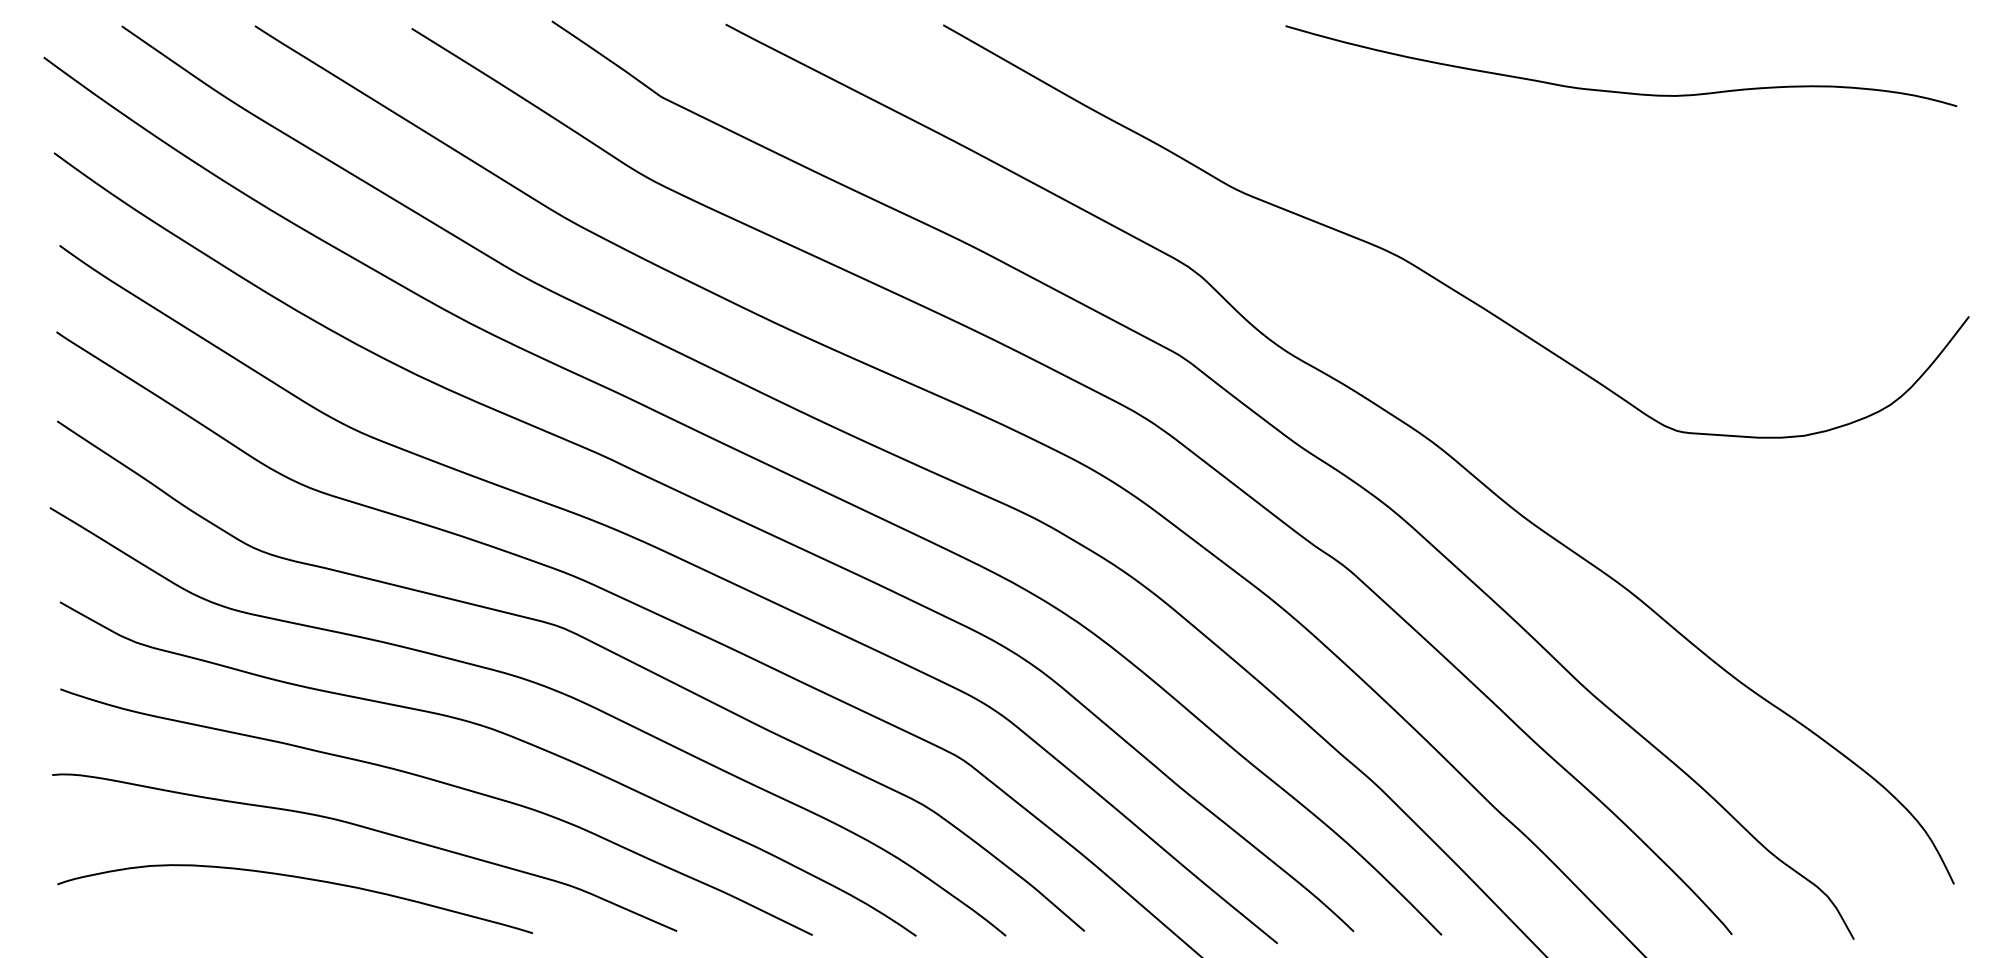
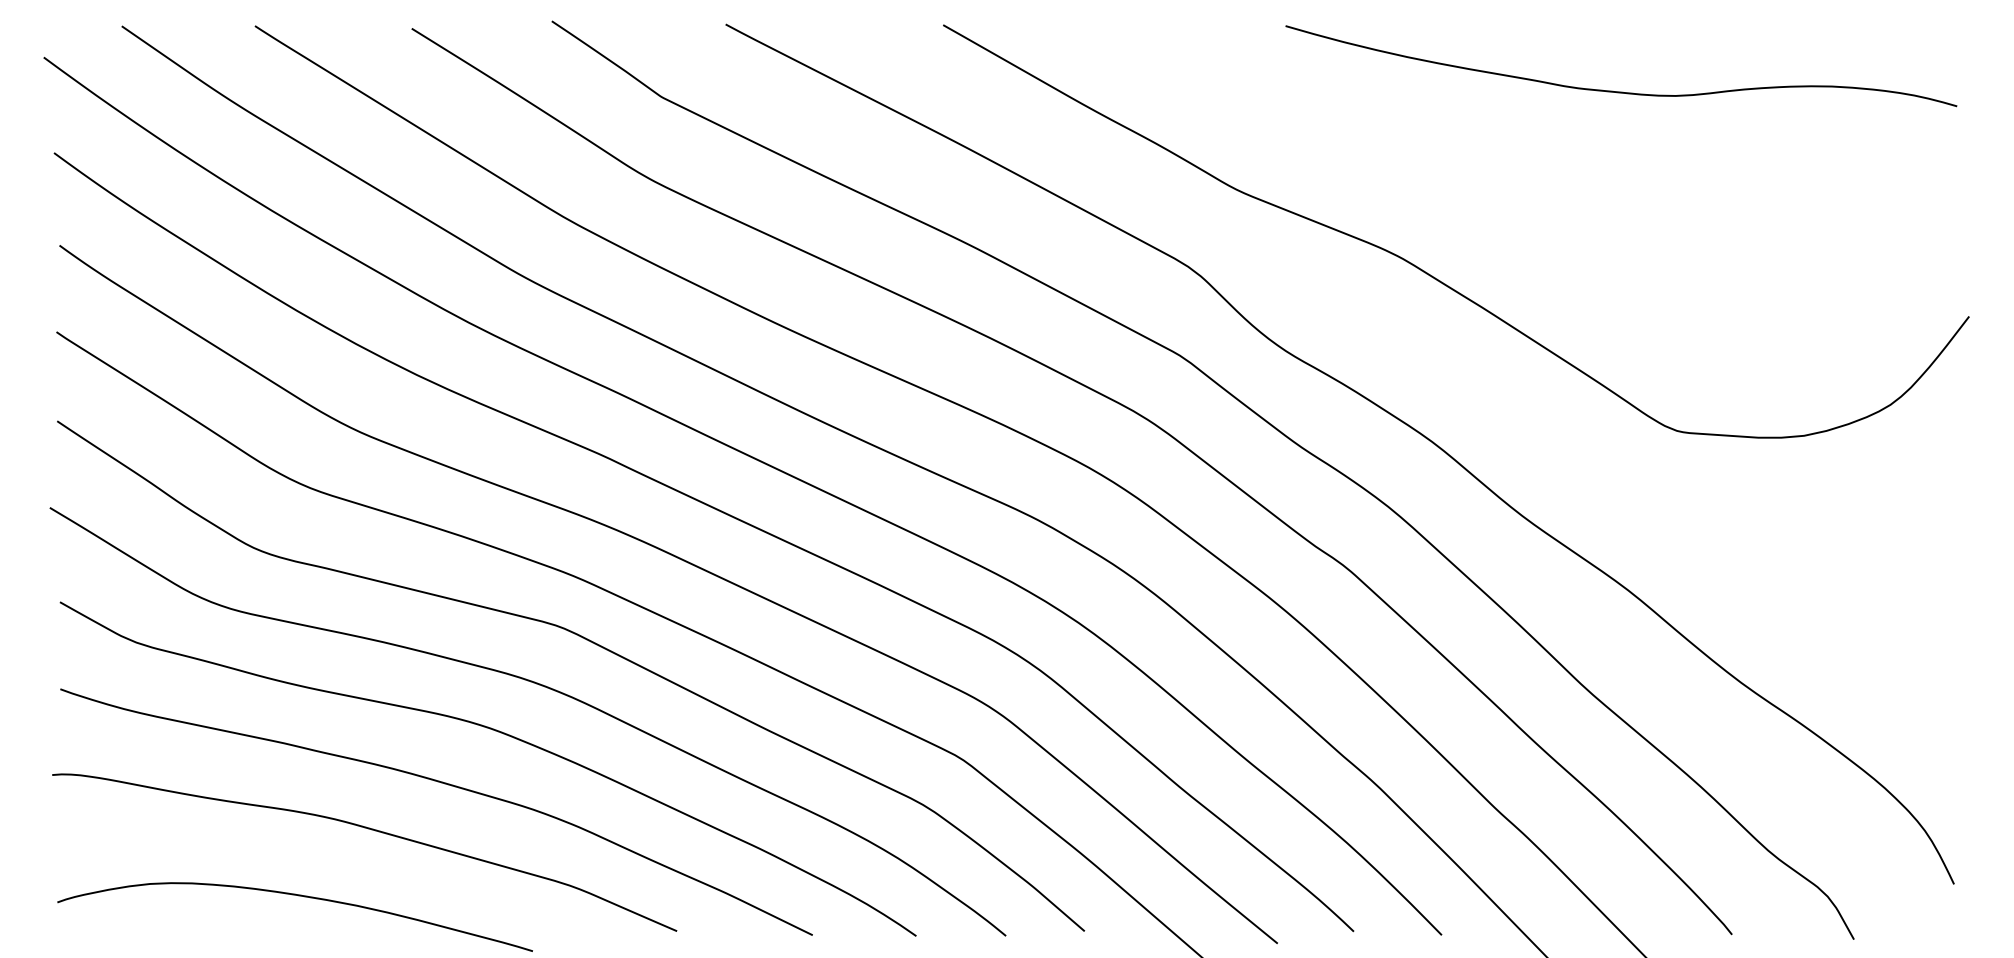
curve at (298, 878) position: (298, 878) -> (298, 896)
